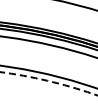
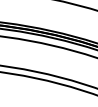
arc at (48, 81): dashed -> solid
